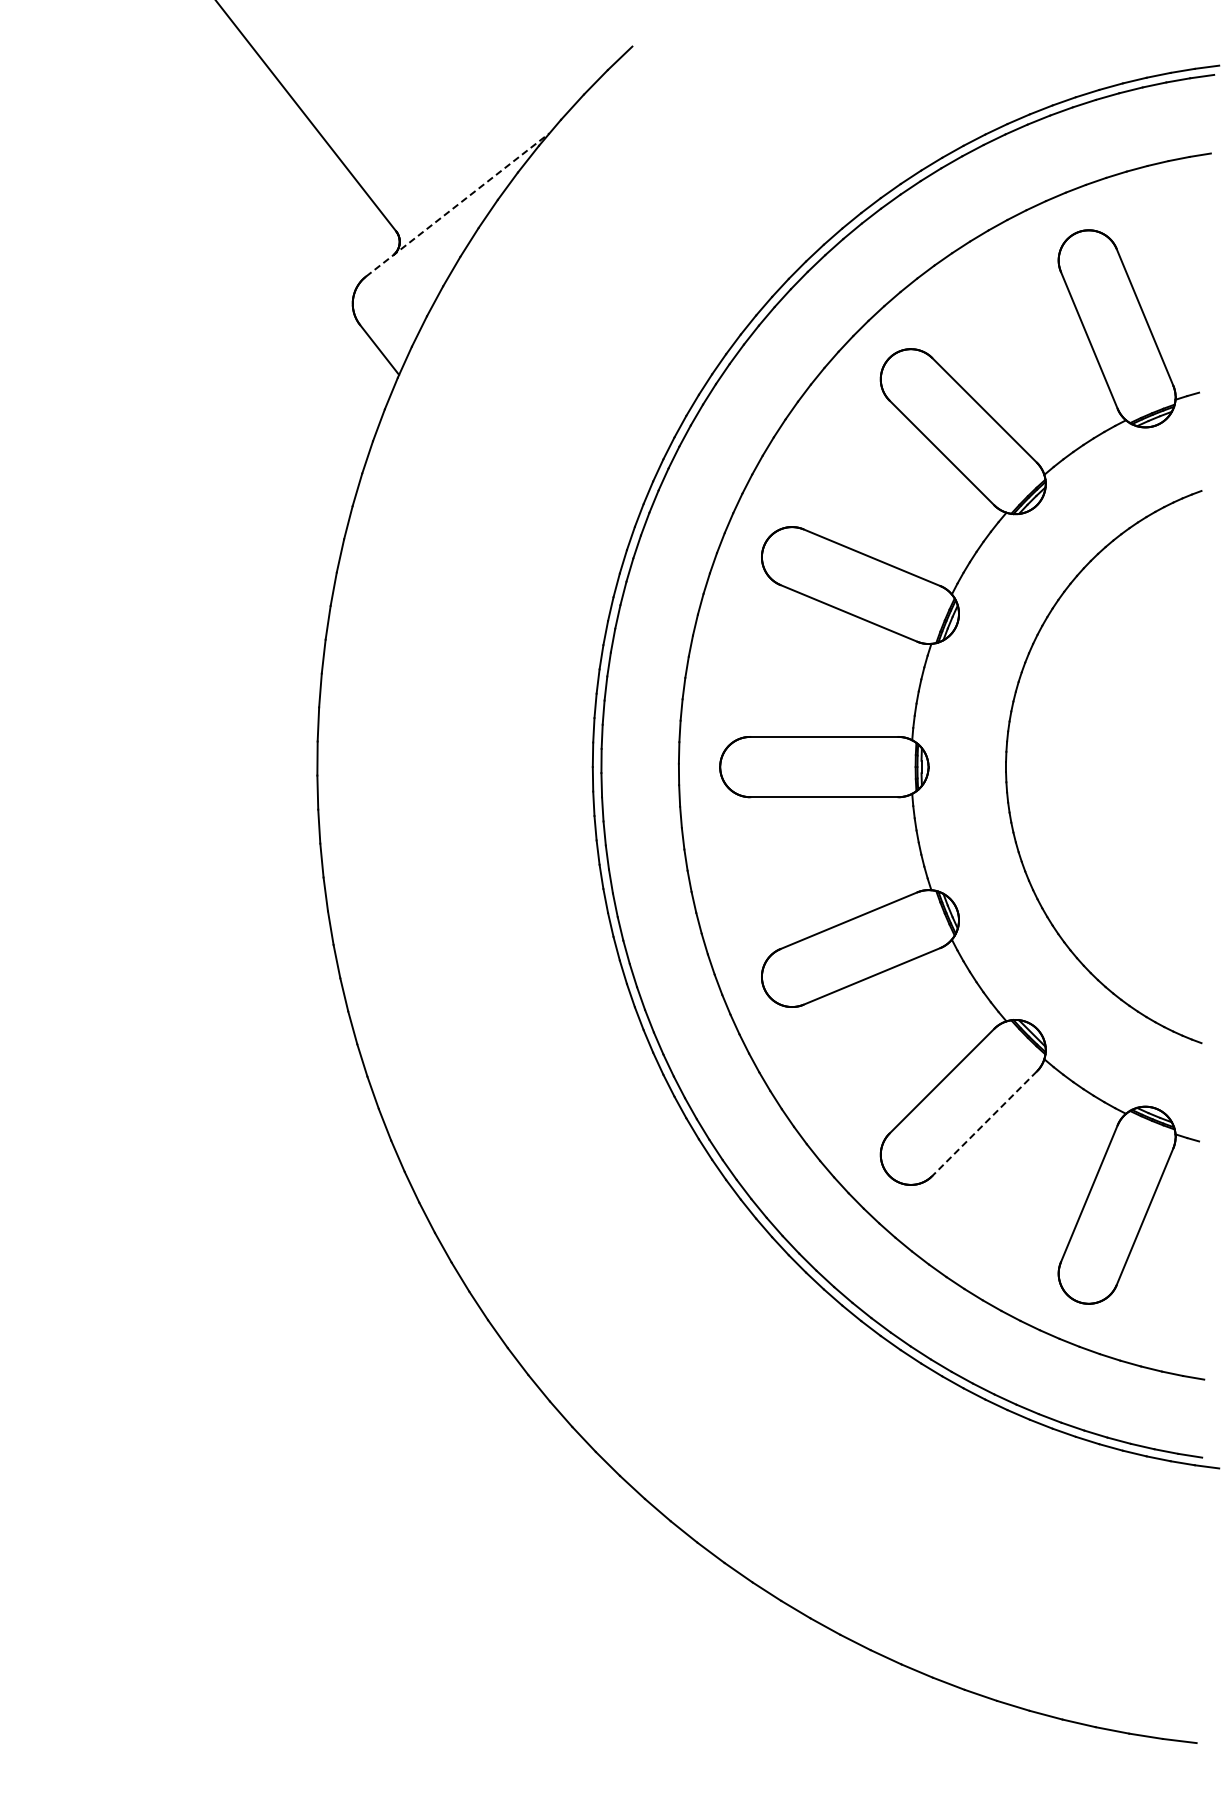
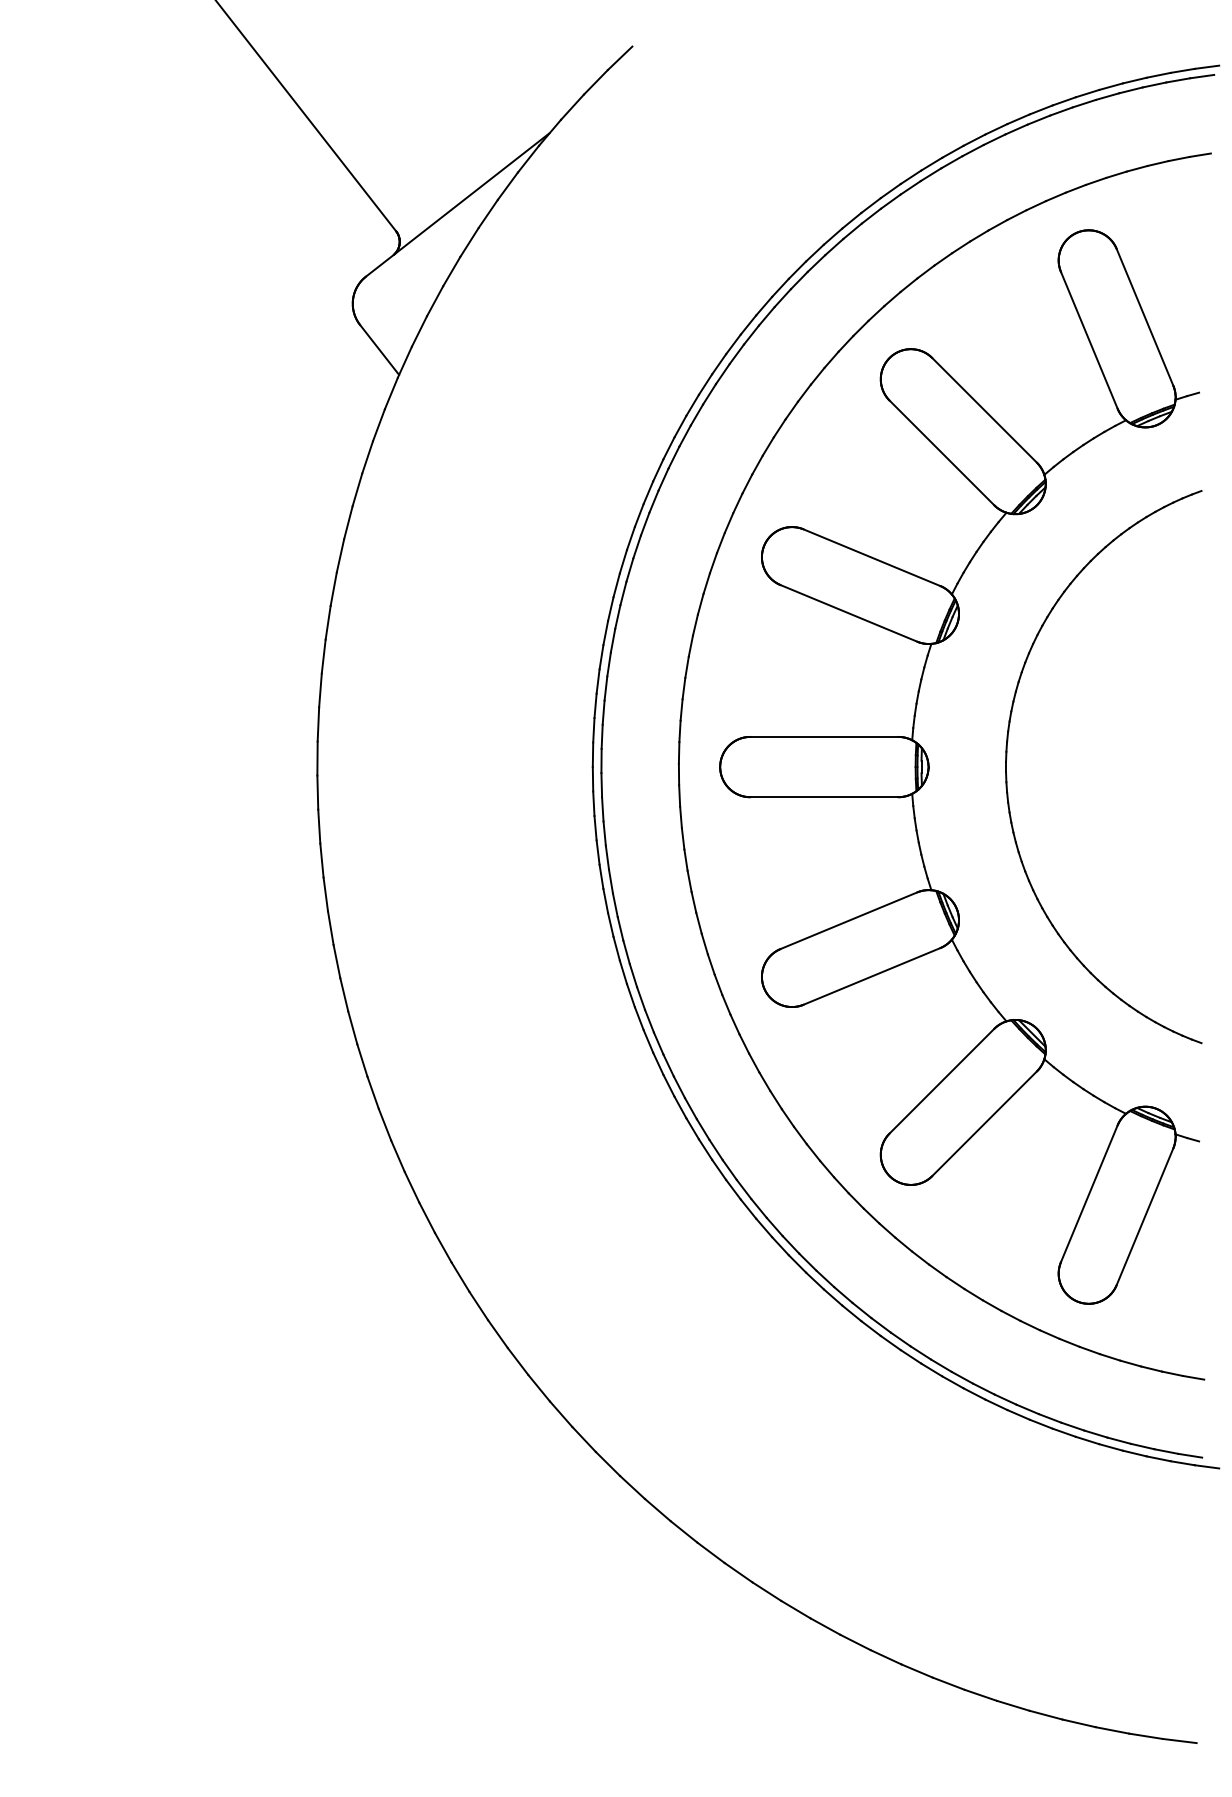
line at (458, 204): dashed -> solid
line at (984, 1124): dashed -> solid
